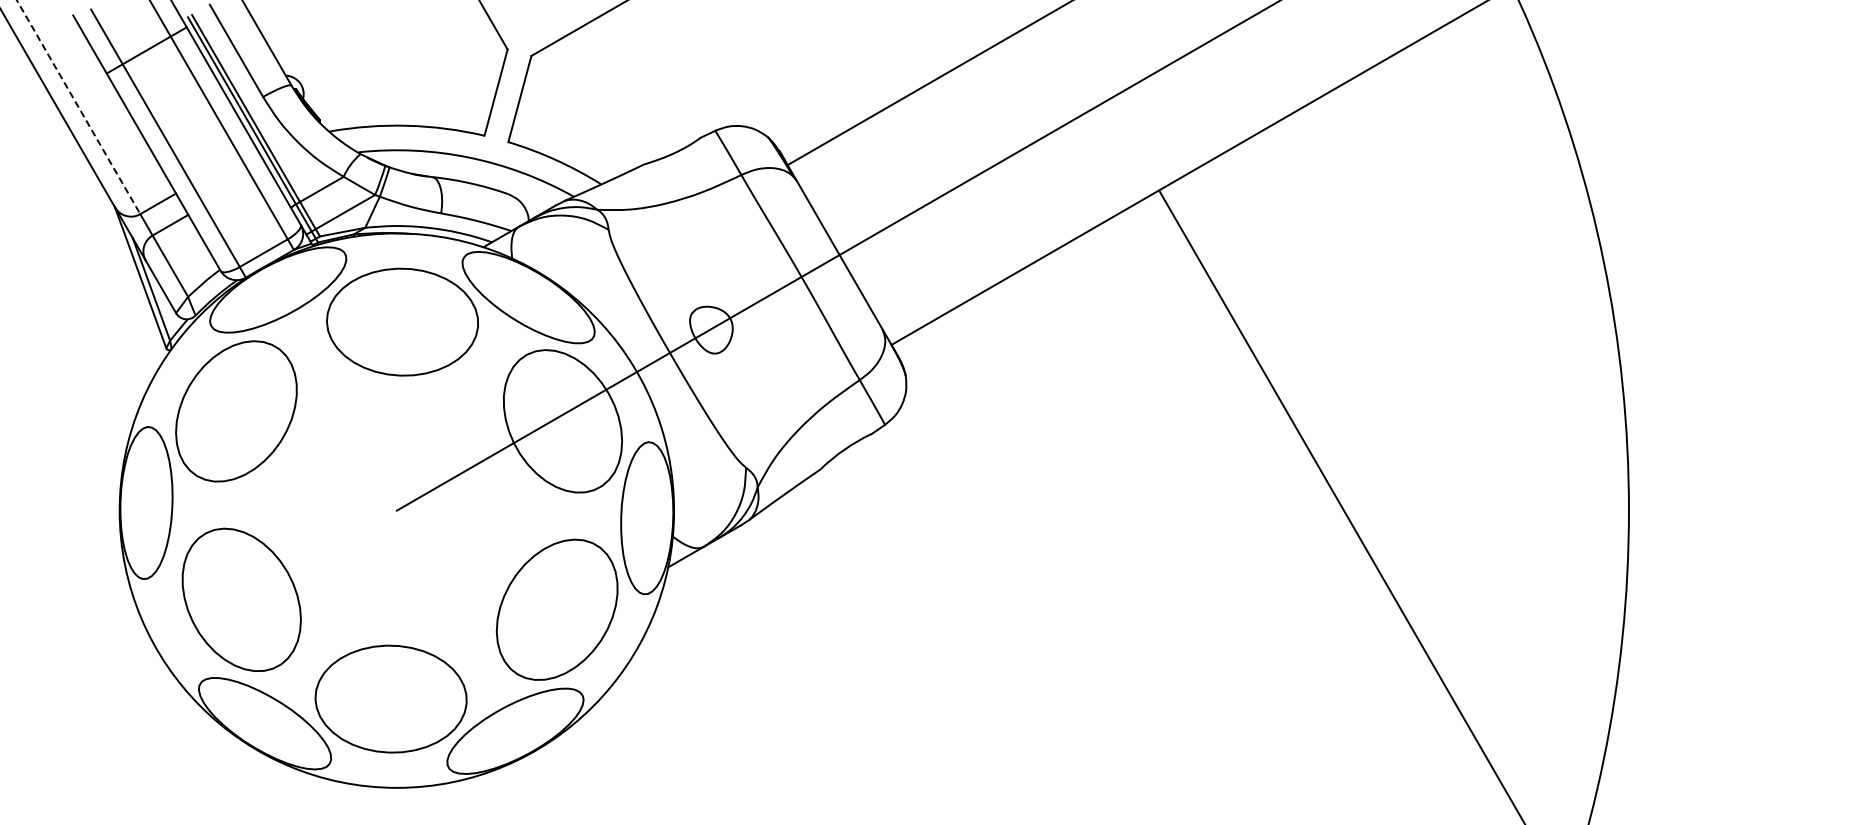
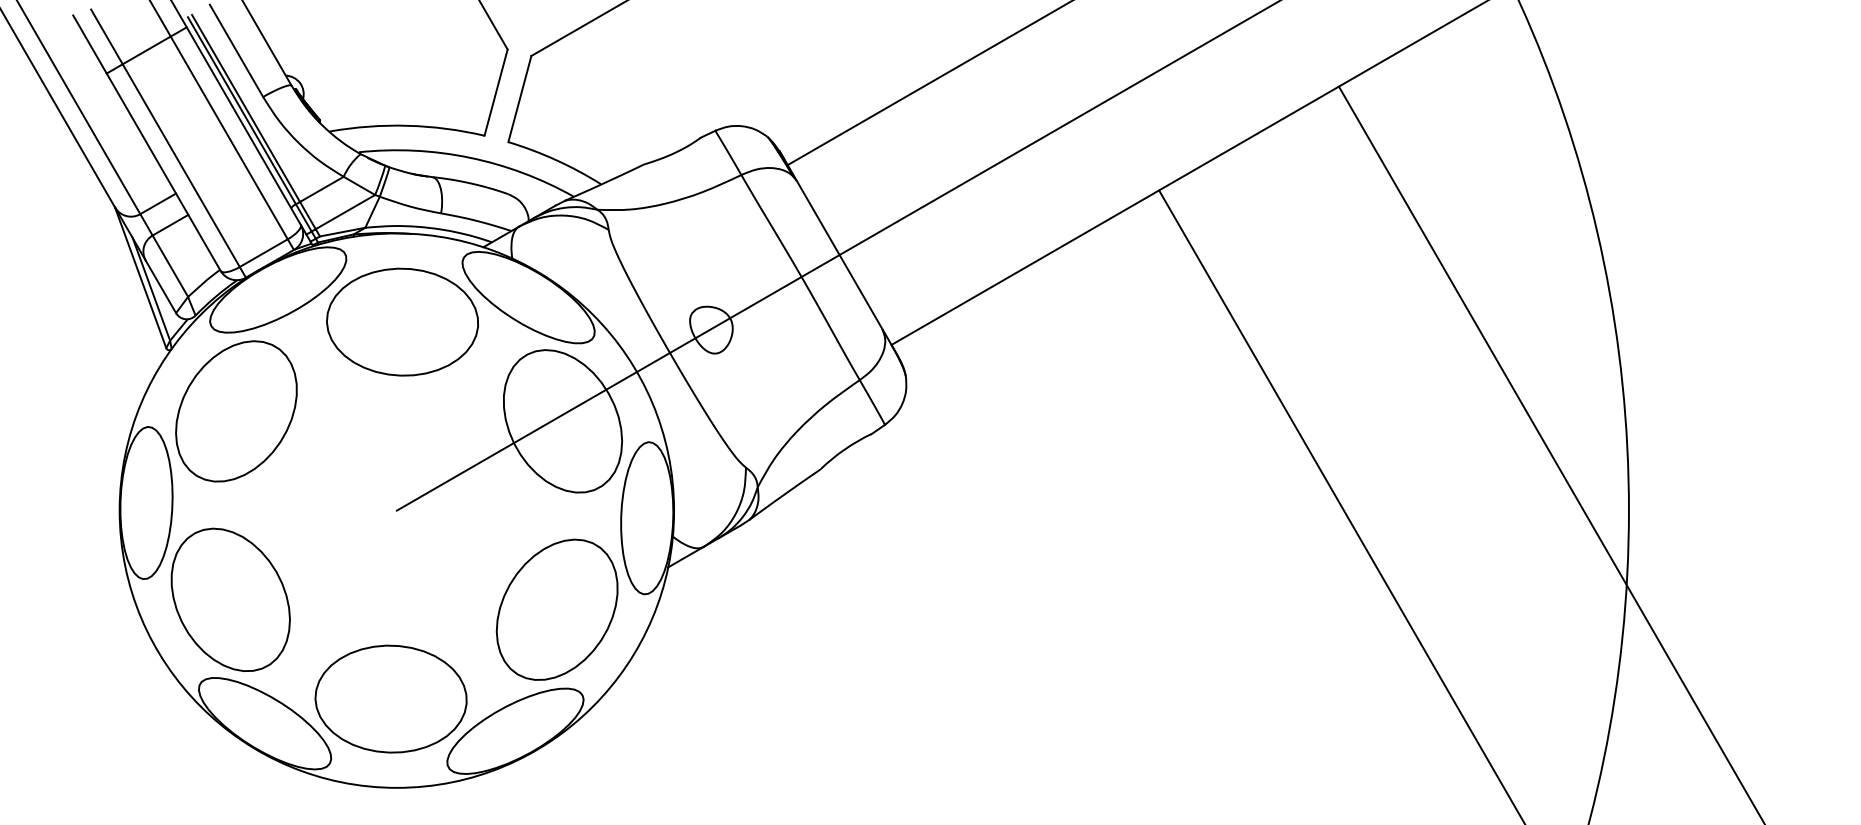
line at (78, 107): dashed -> solid
line at (1550, 453): none -> present
part at (241, 599) position: (241, 599) -> (230, 599)
